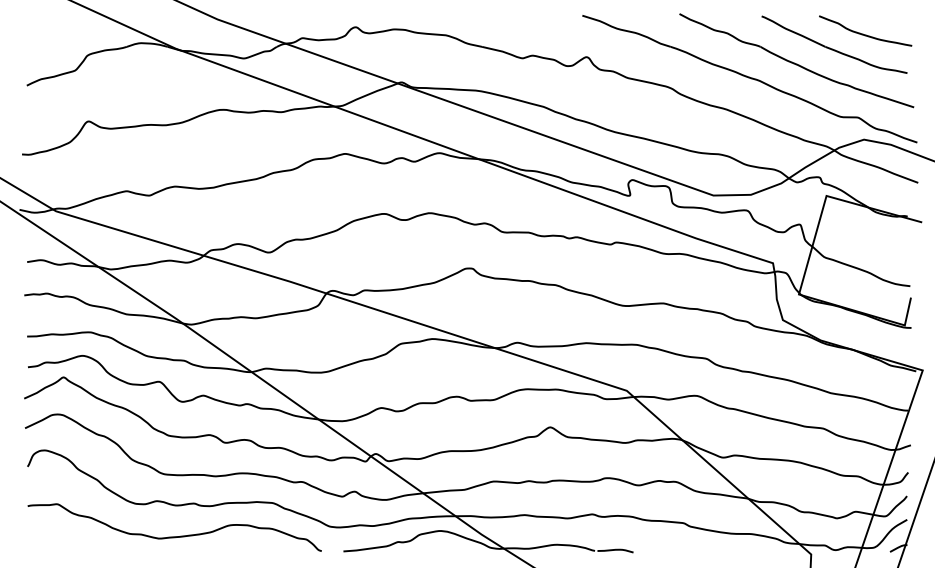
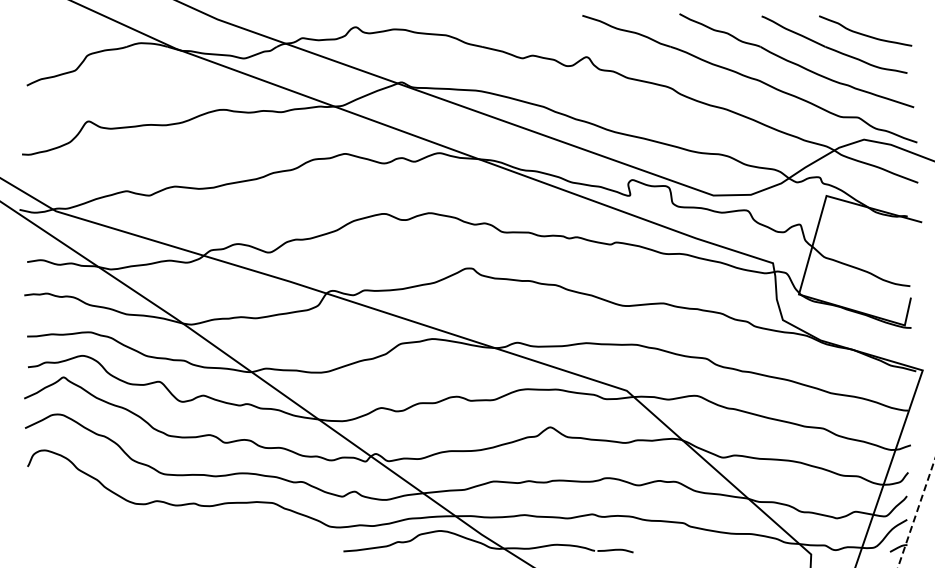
line at (916, 513): solid -> dashed
curve at (174, 536): present -> none
